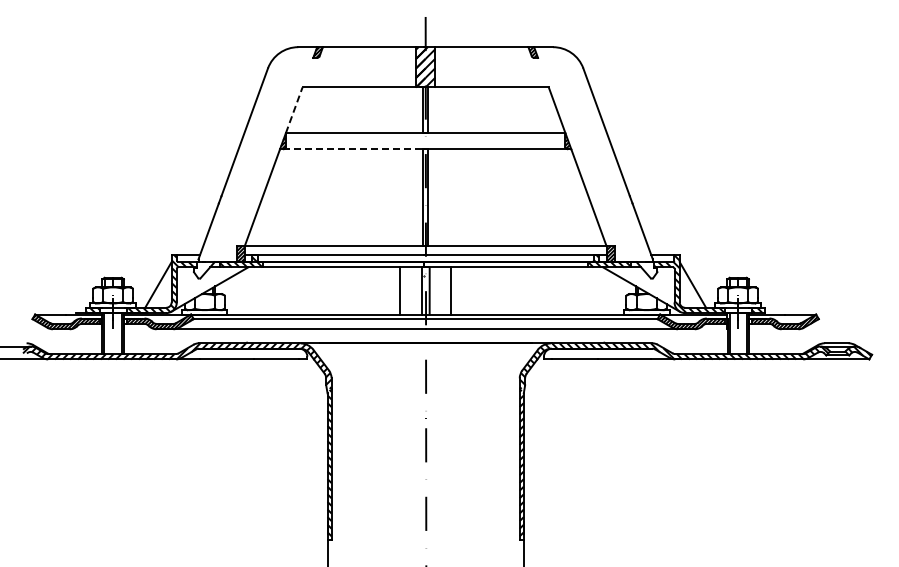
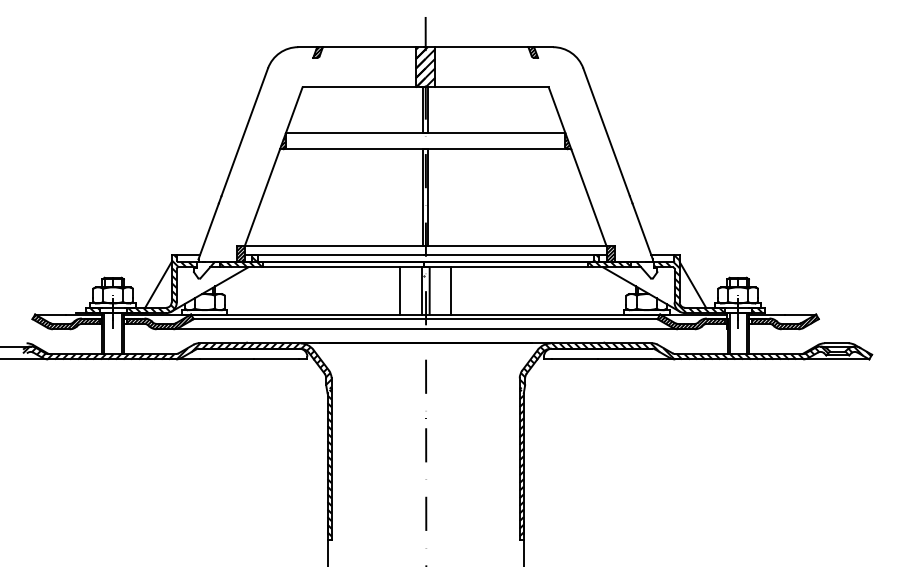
line at (294, 109): dashed -> solid
line at (353, 149): dashed -> solid
